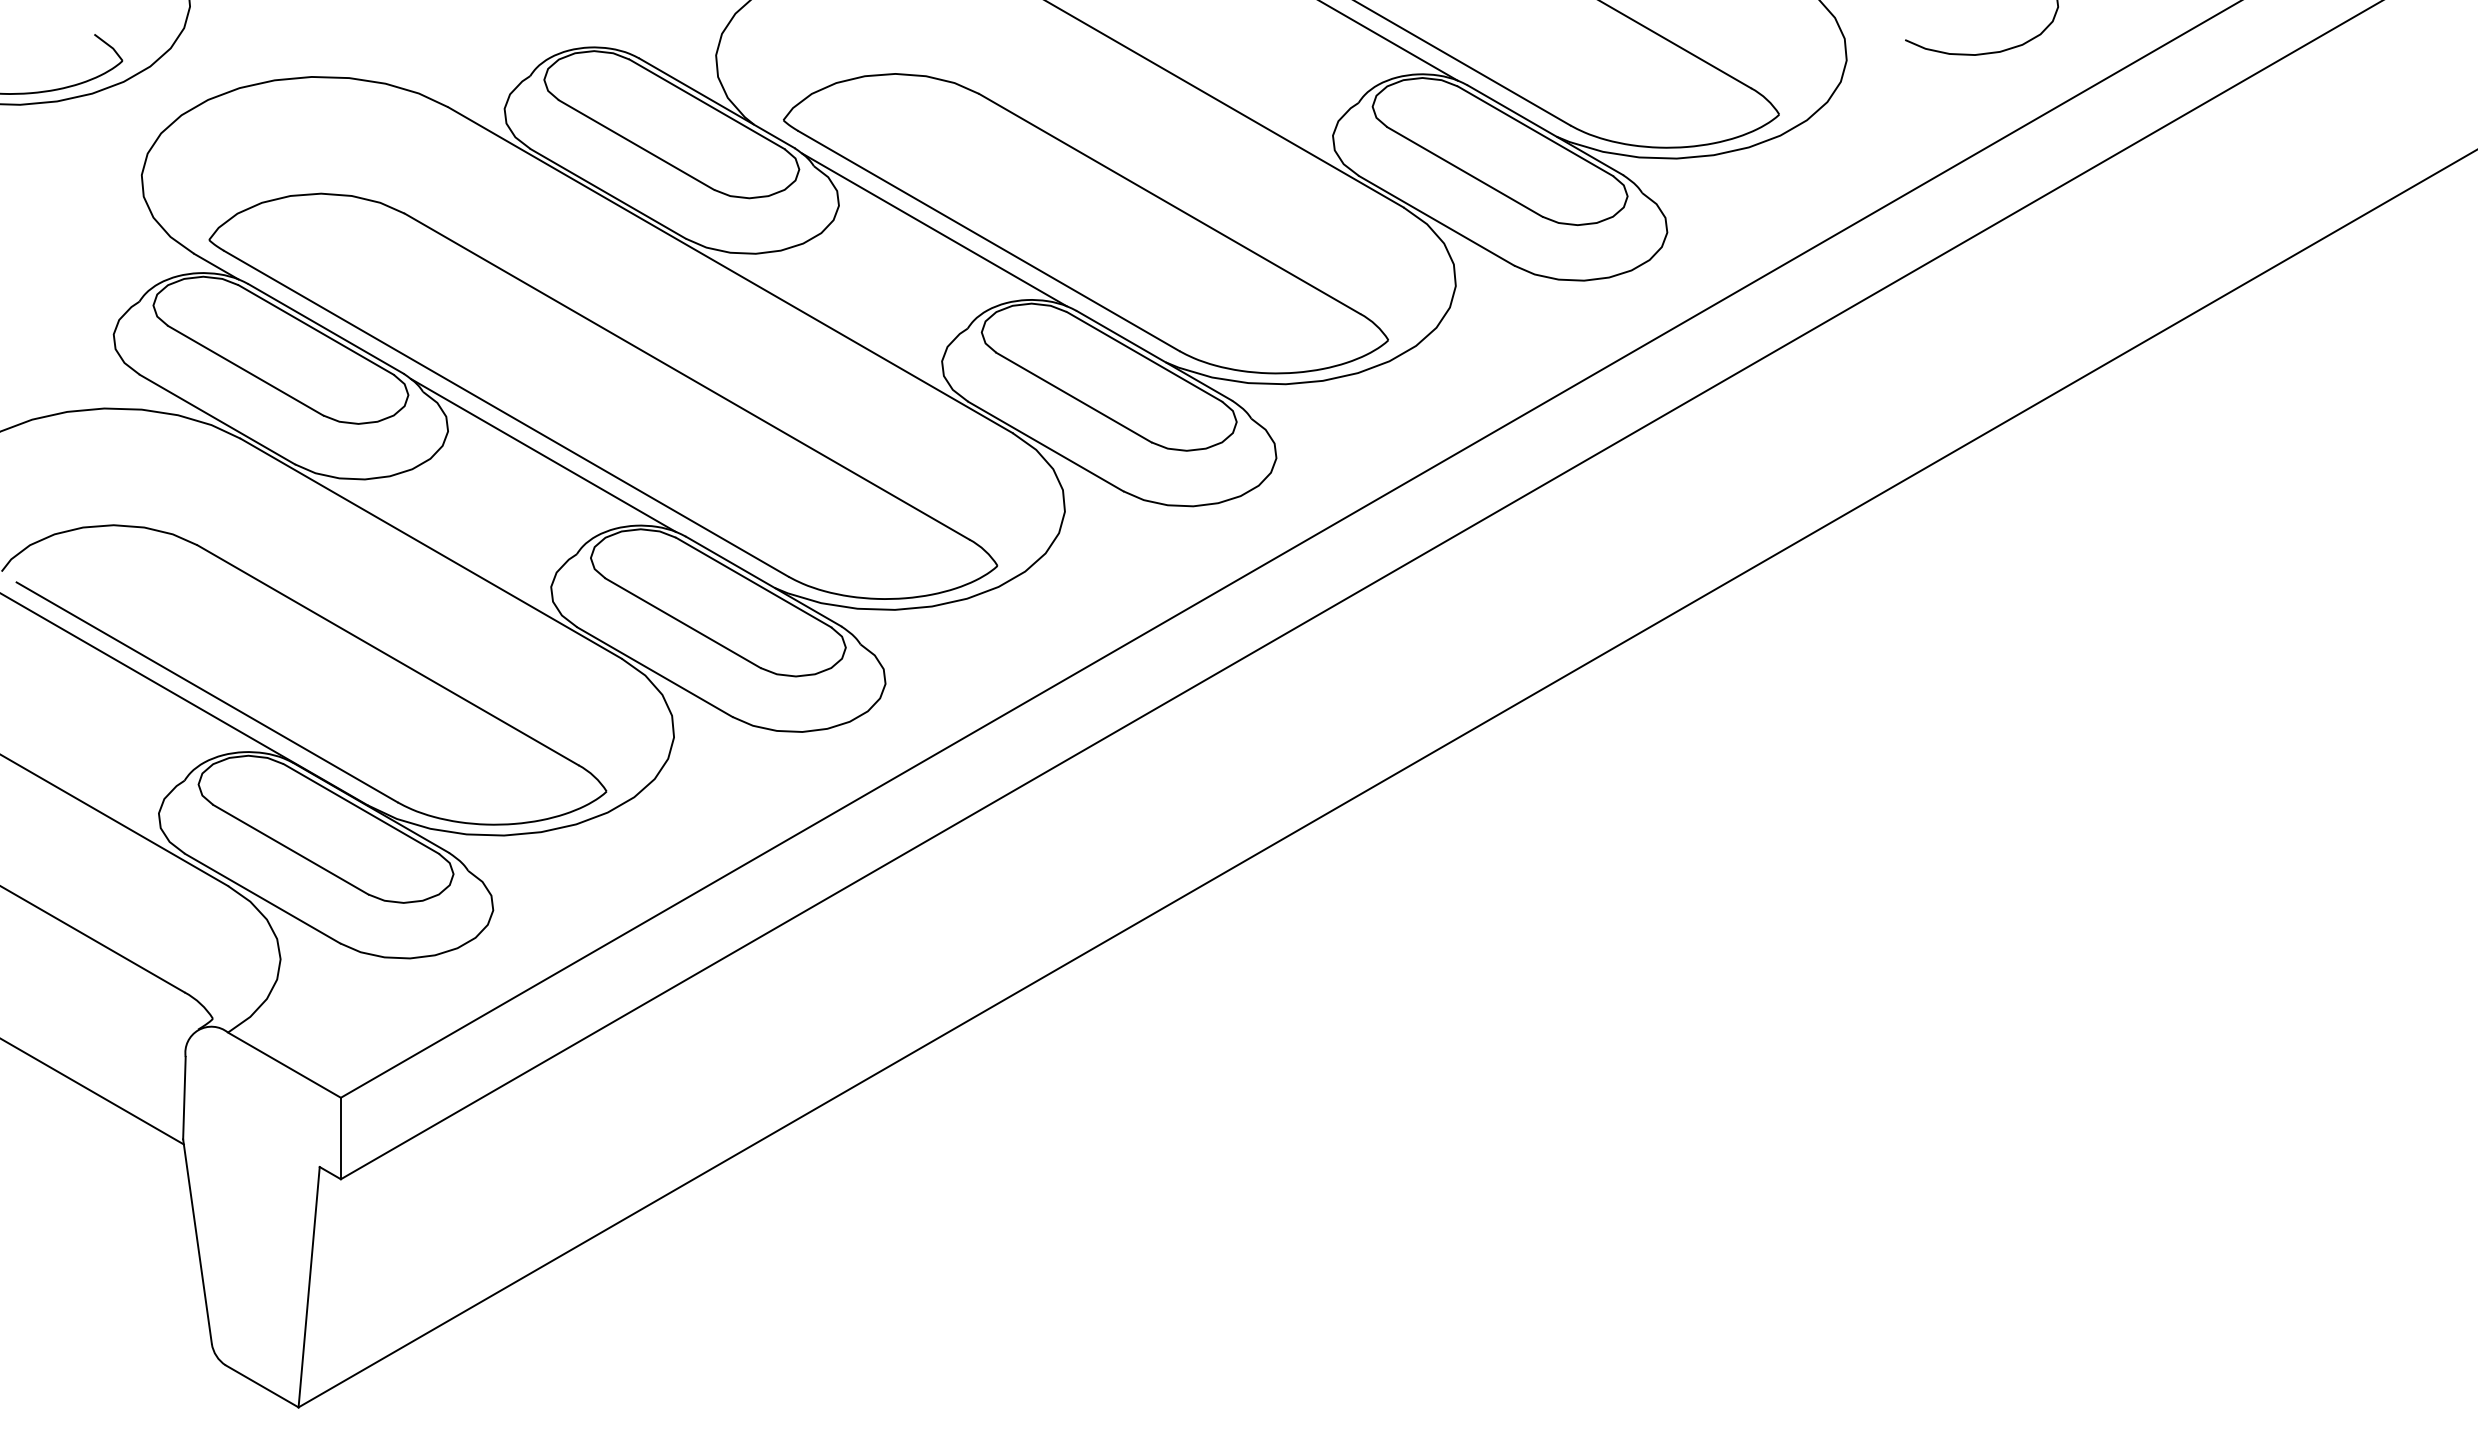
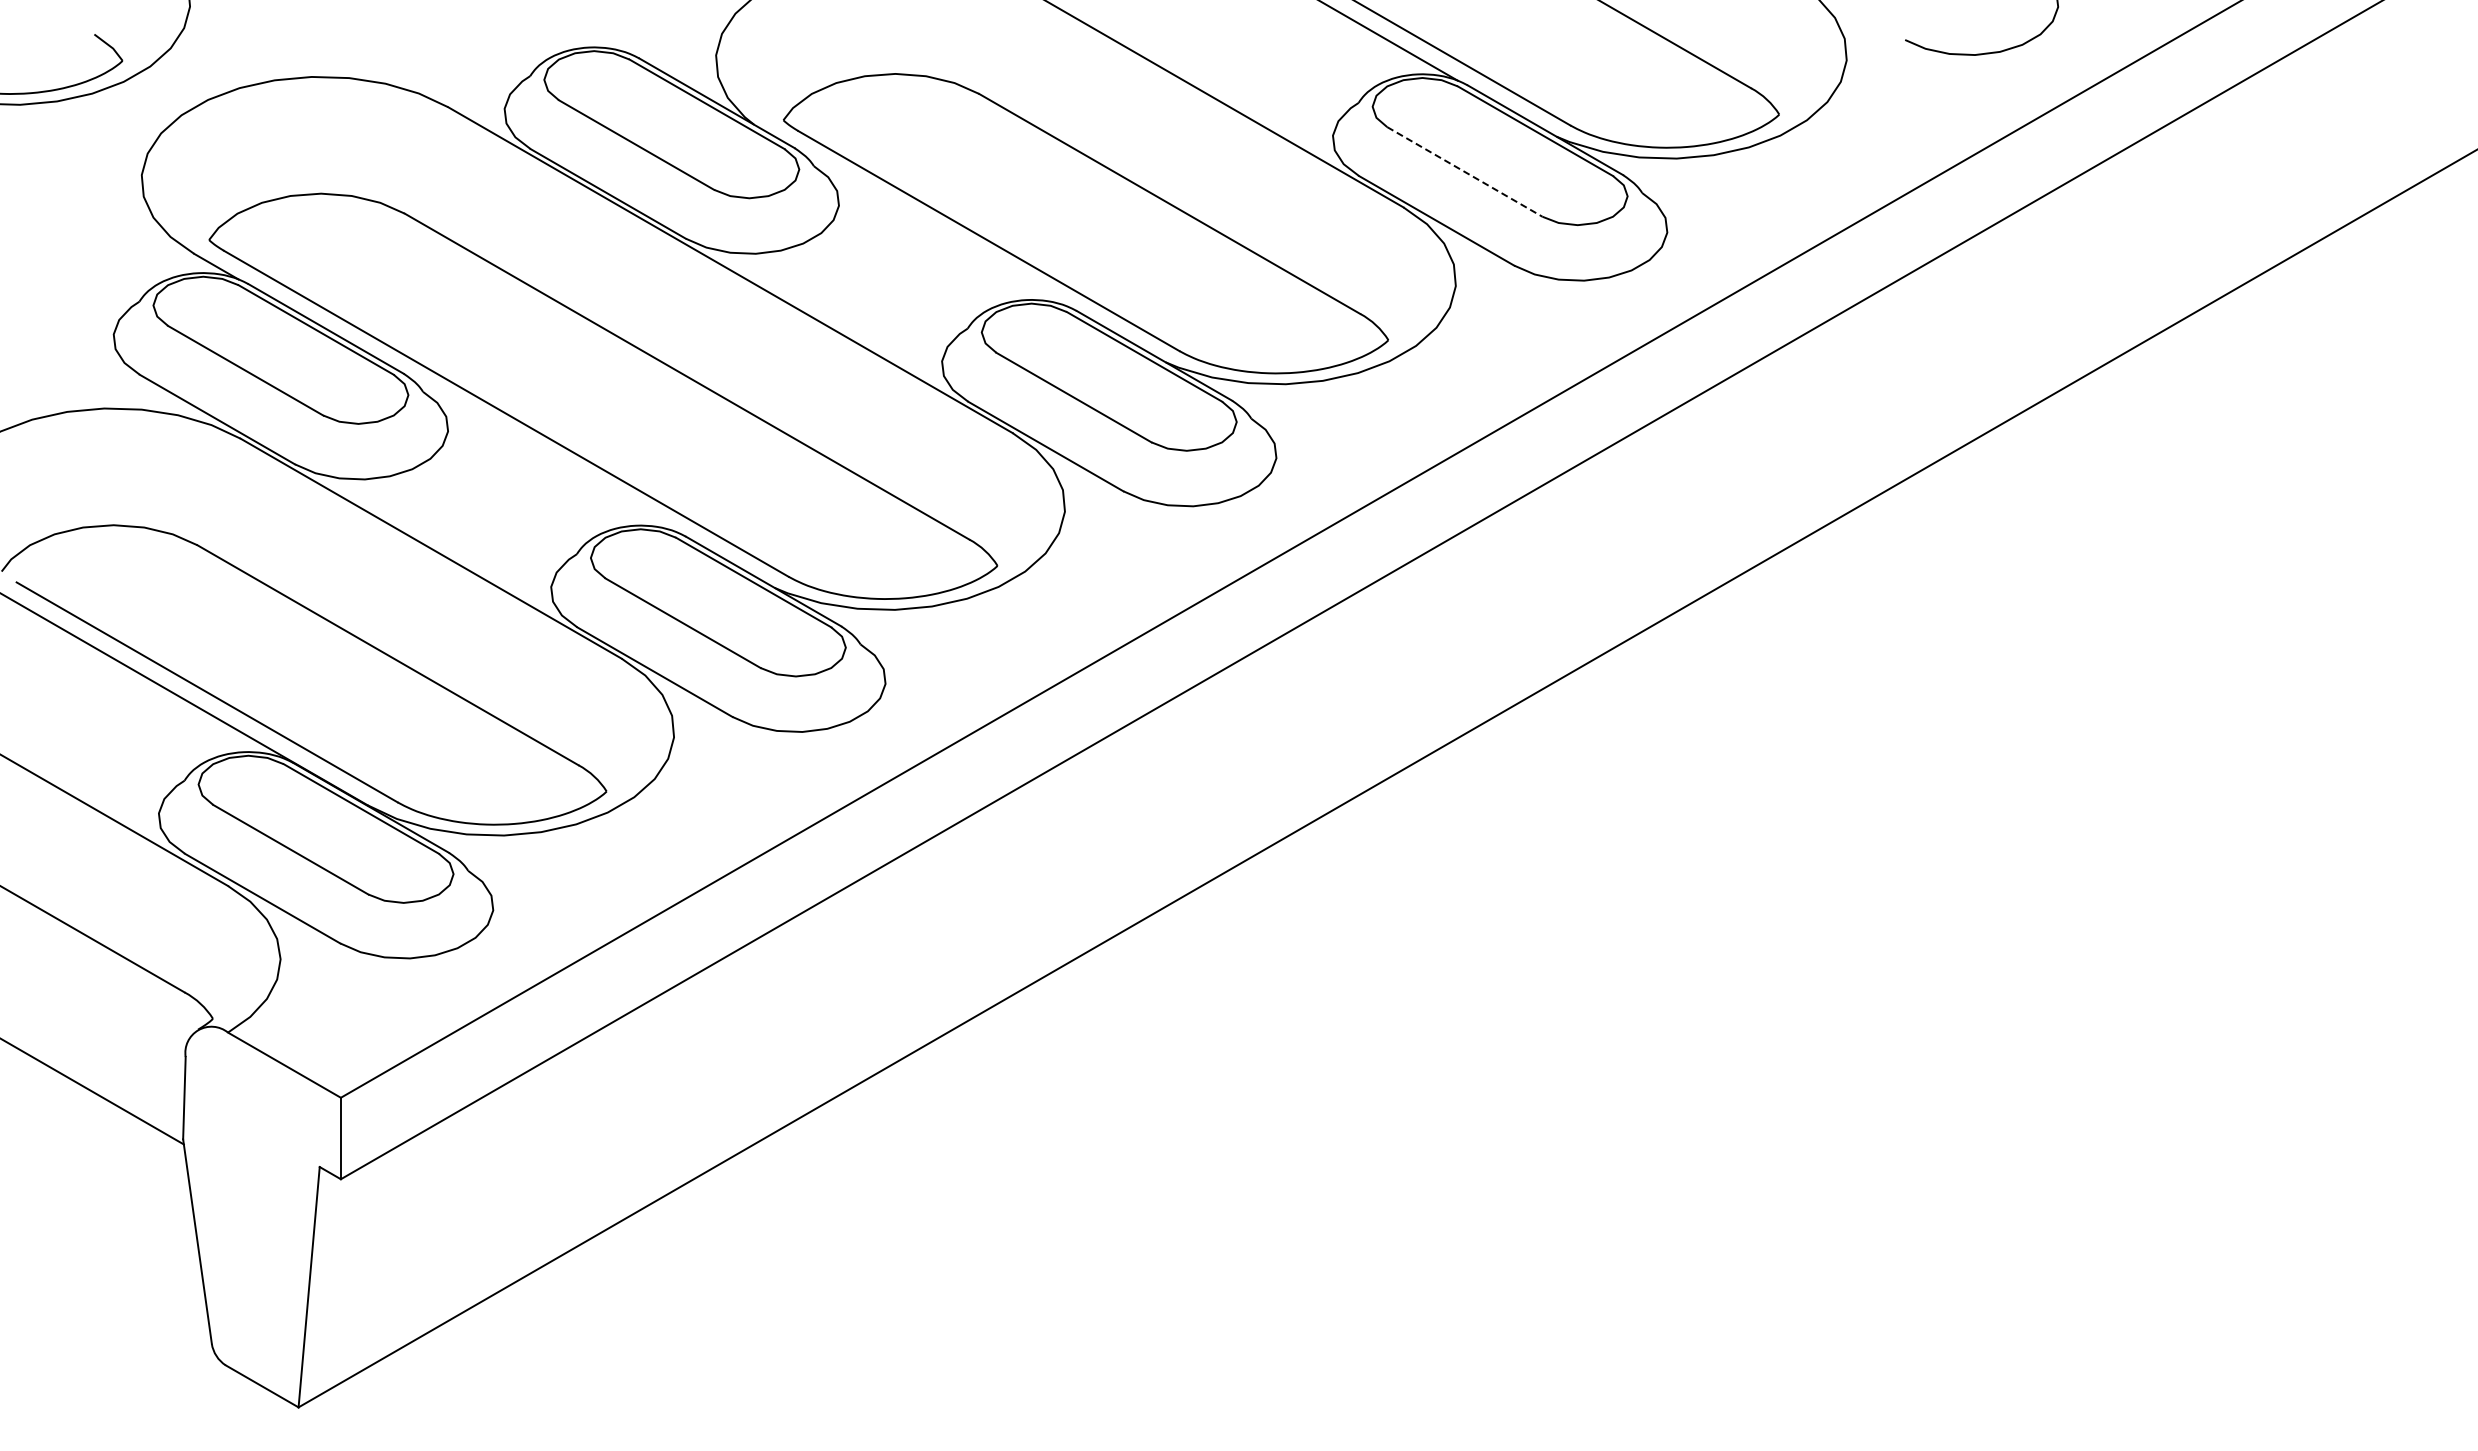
line at (1464, 171): solid -> dashed
line at (934, 229): present -> none
line at (543, 455): present -> none
